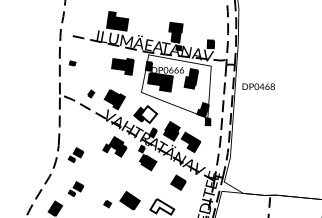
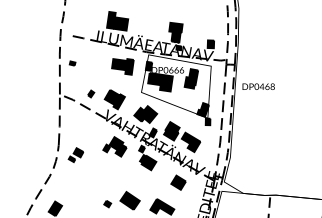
fill at (148, 114): none -> present
part at (75, 188): present -> none
fill at (162, 206): none -> present
